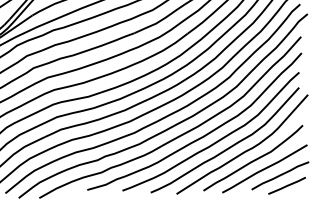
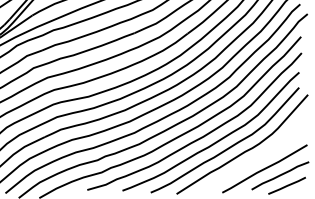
curve at (254, 159): present -> none
